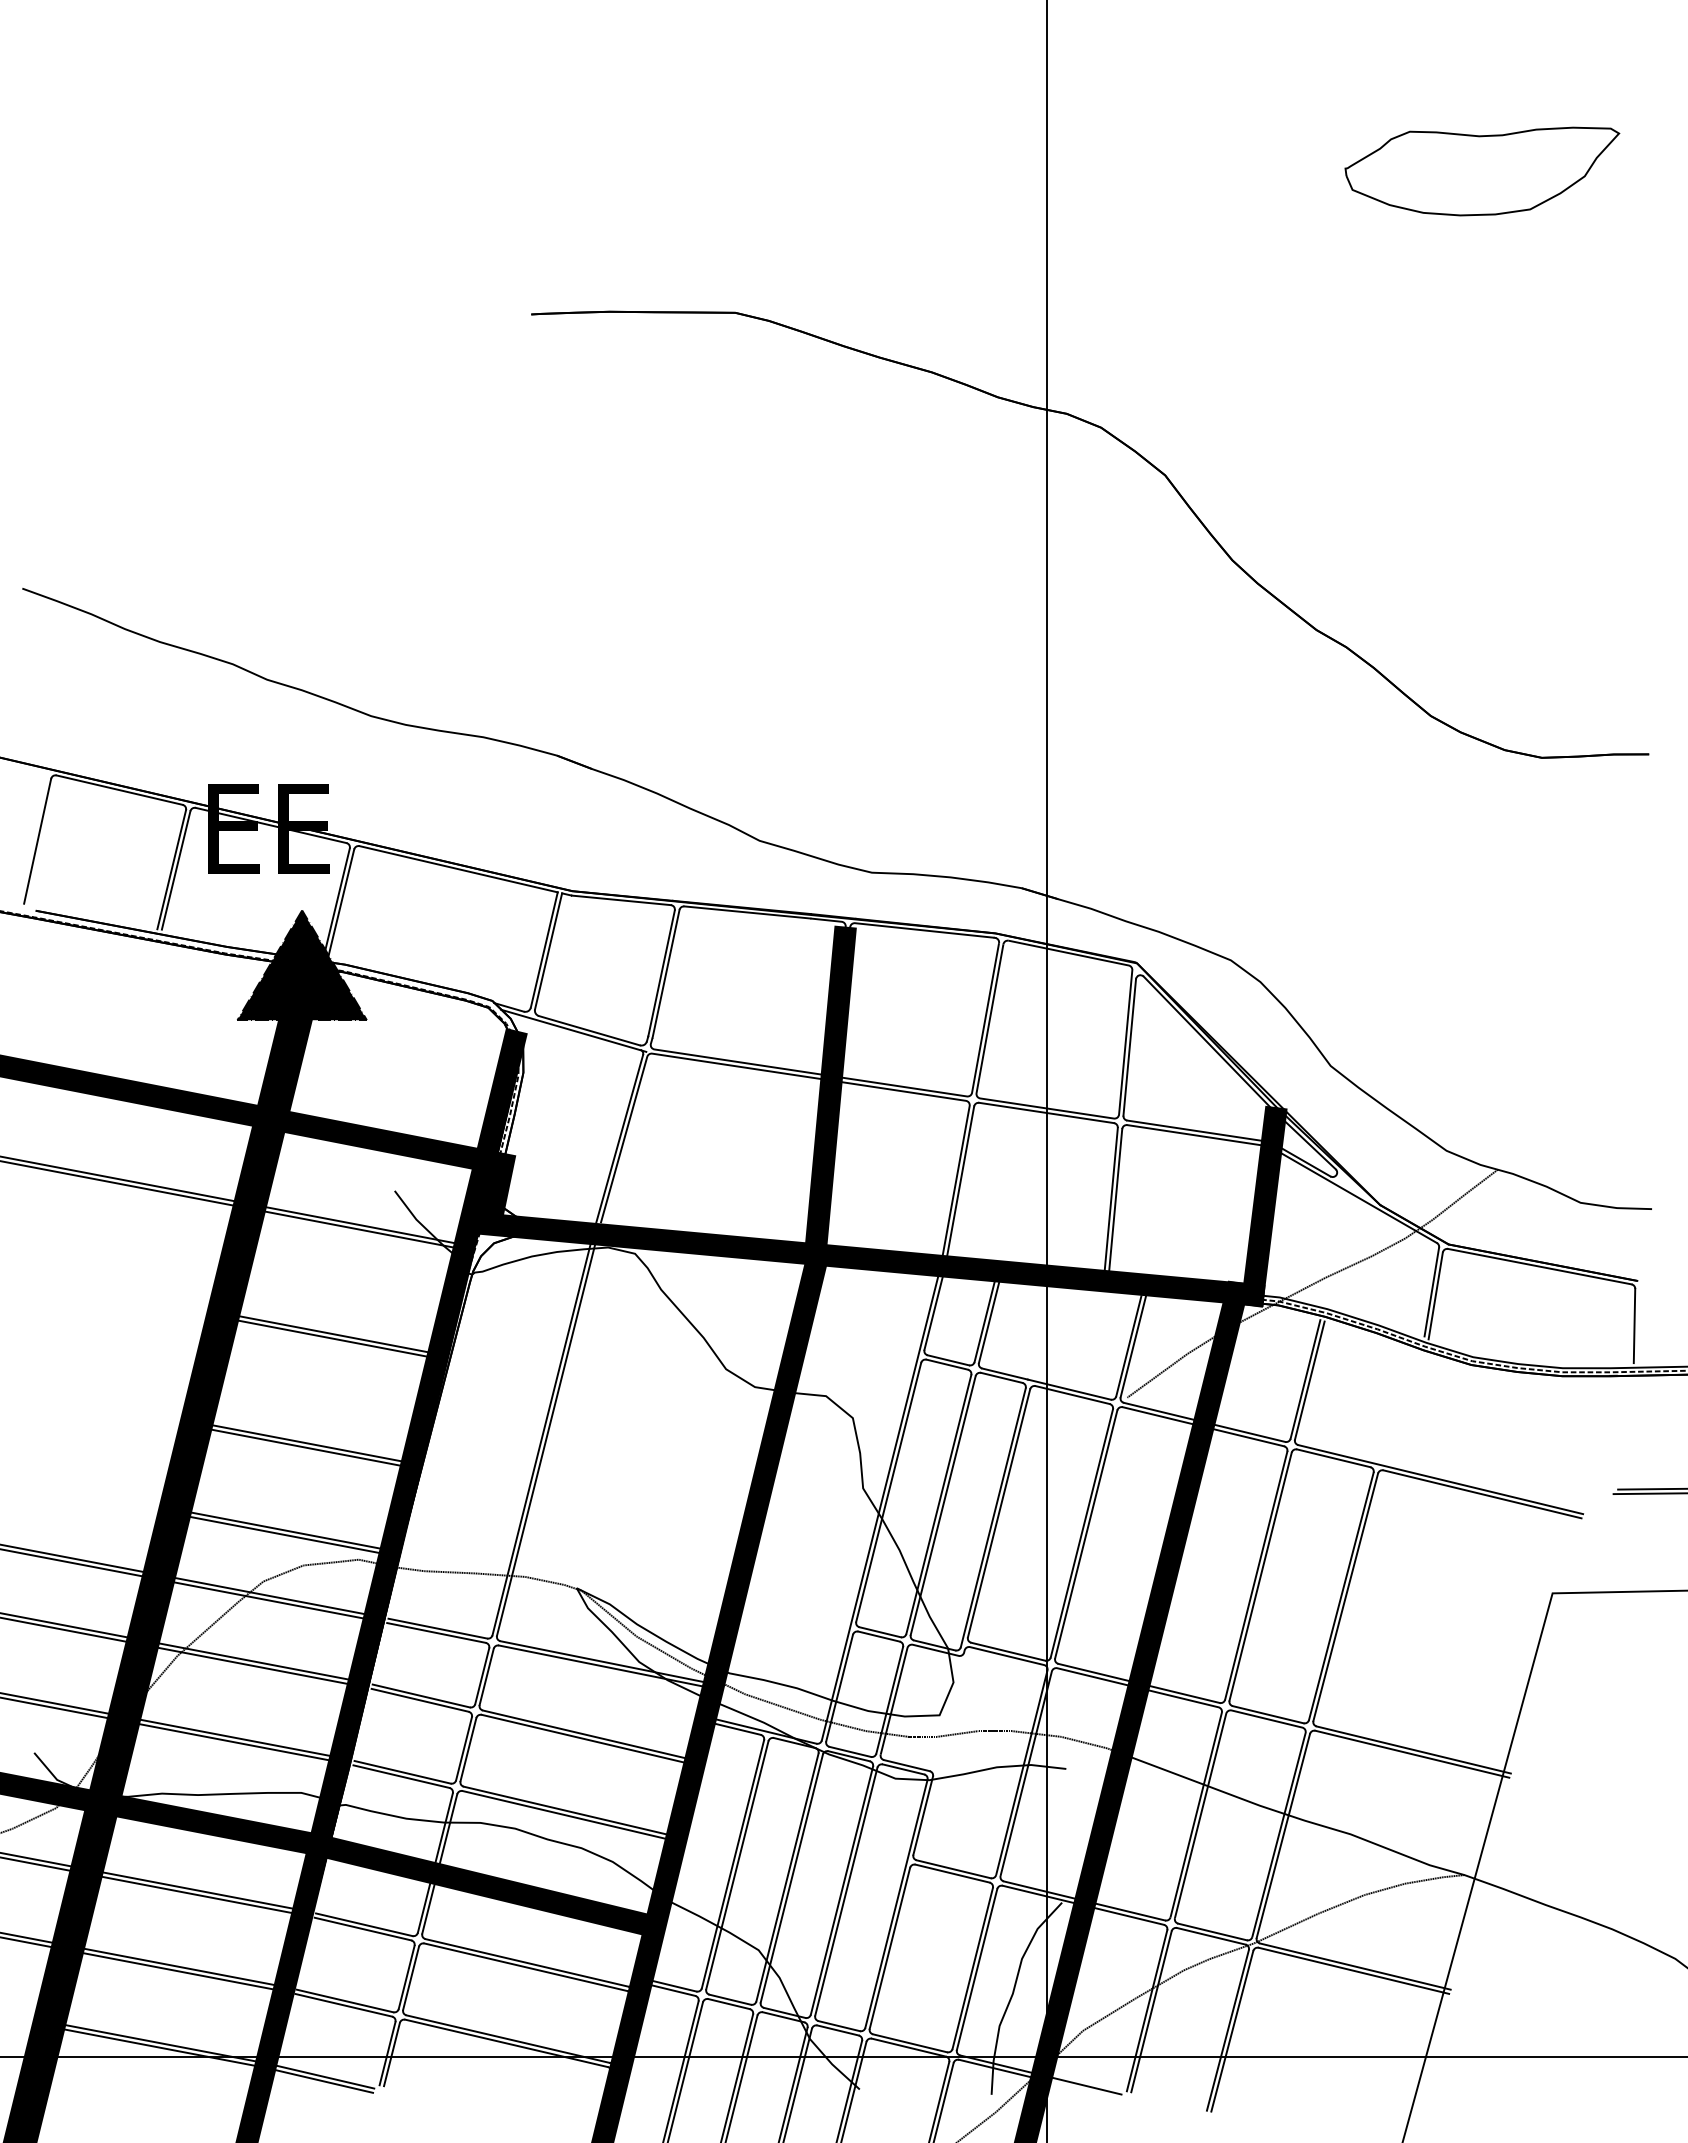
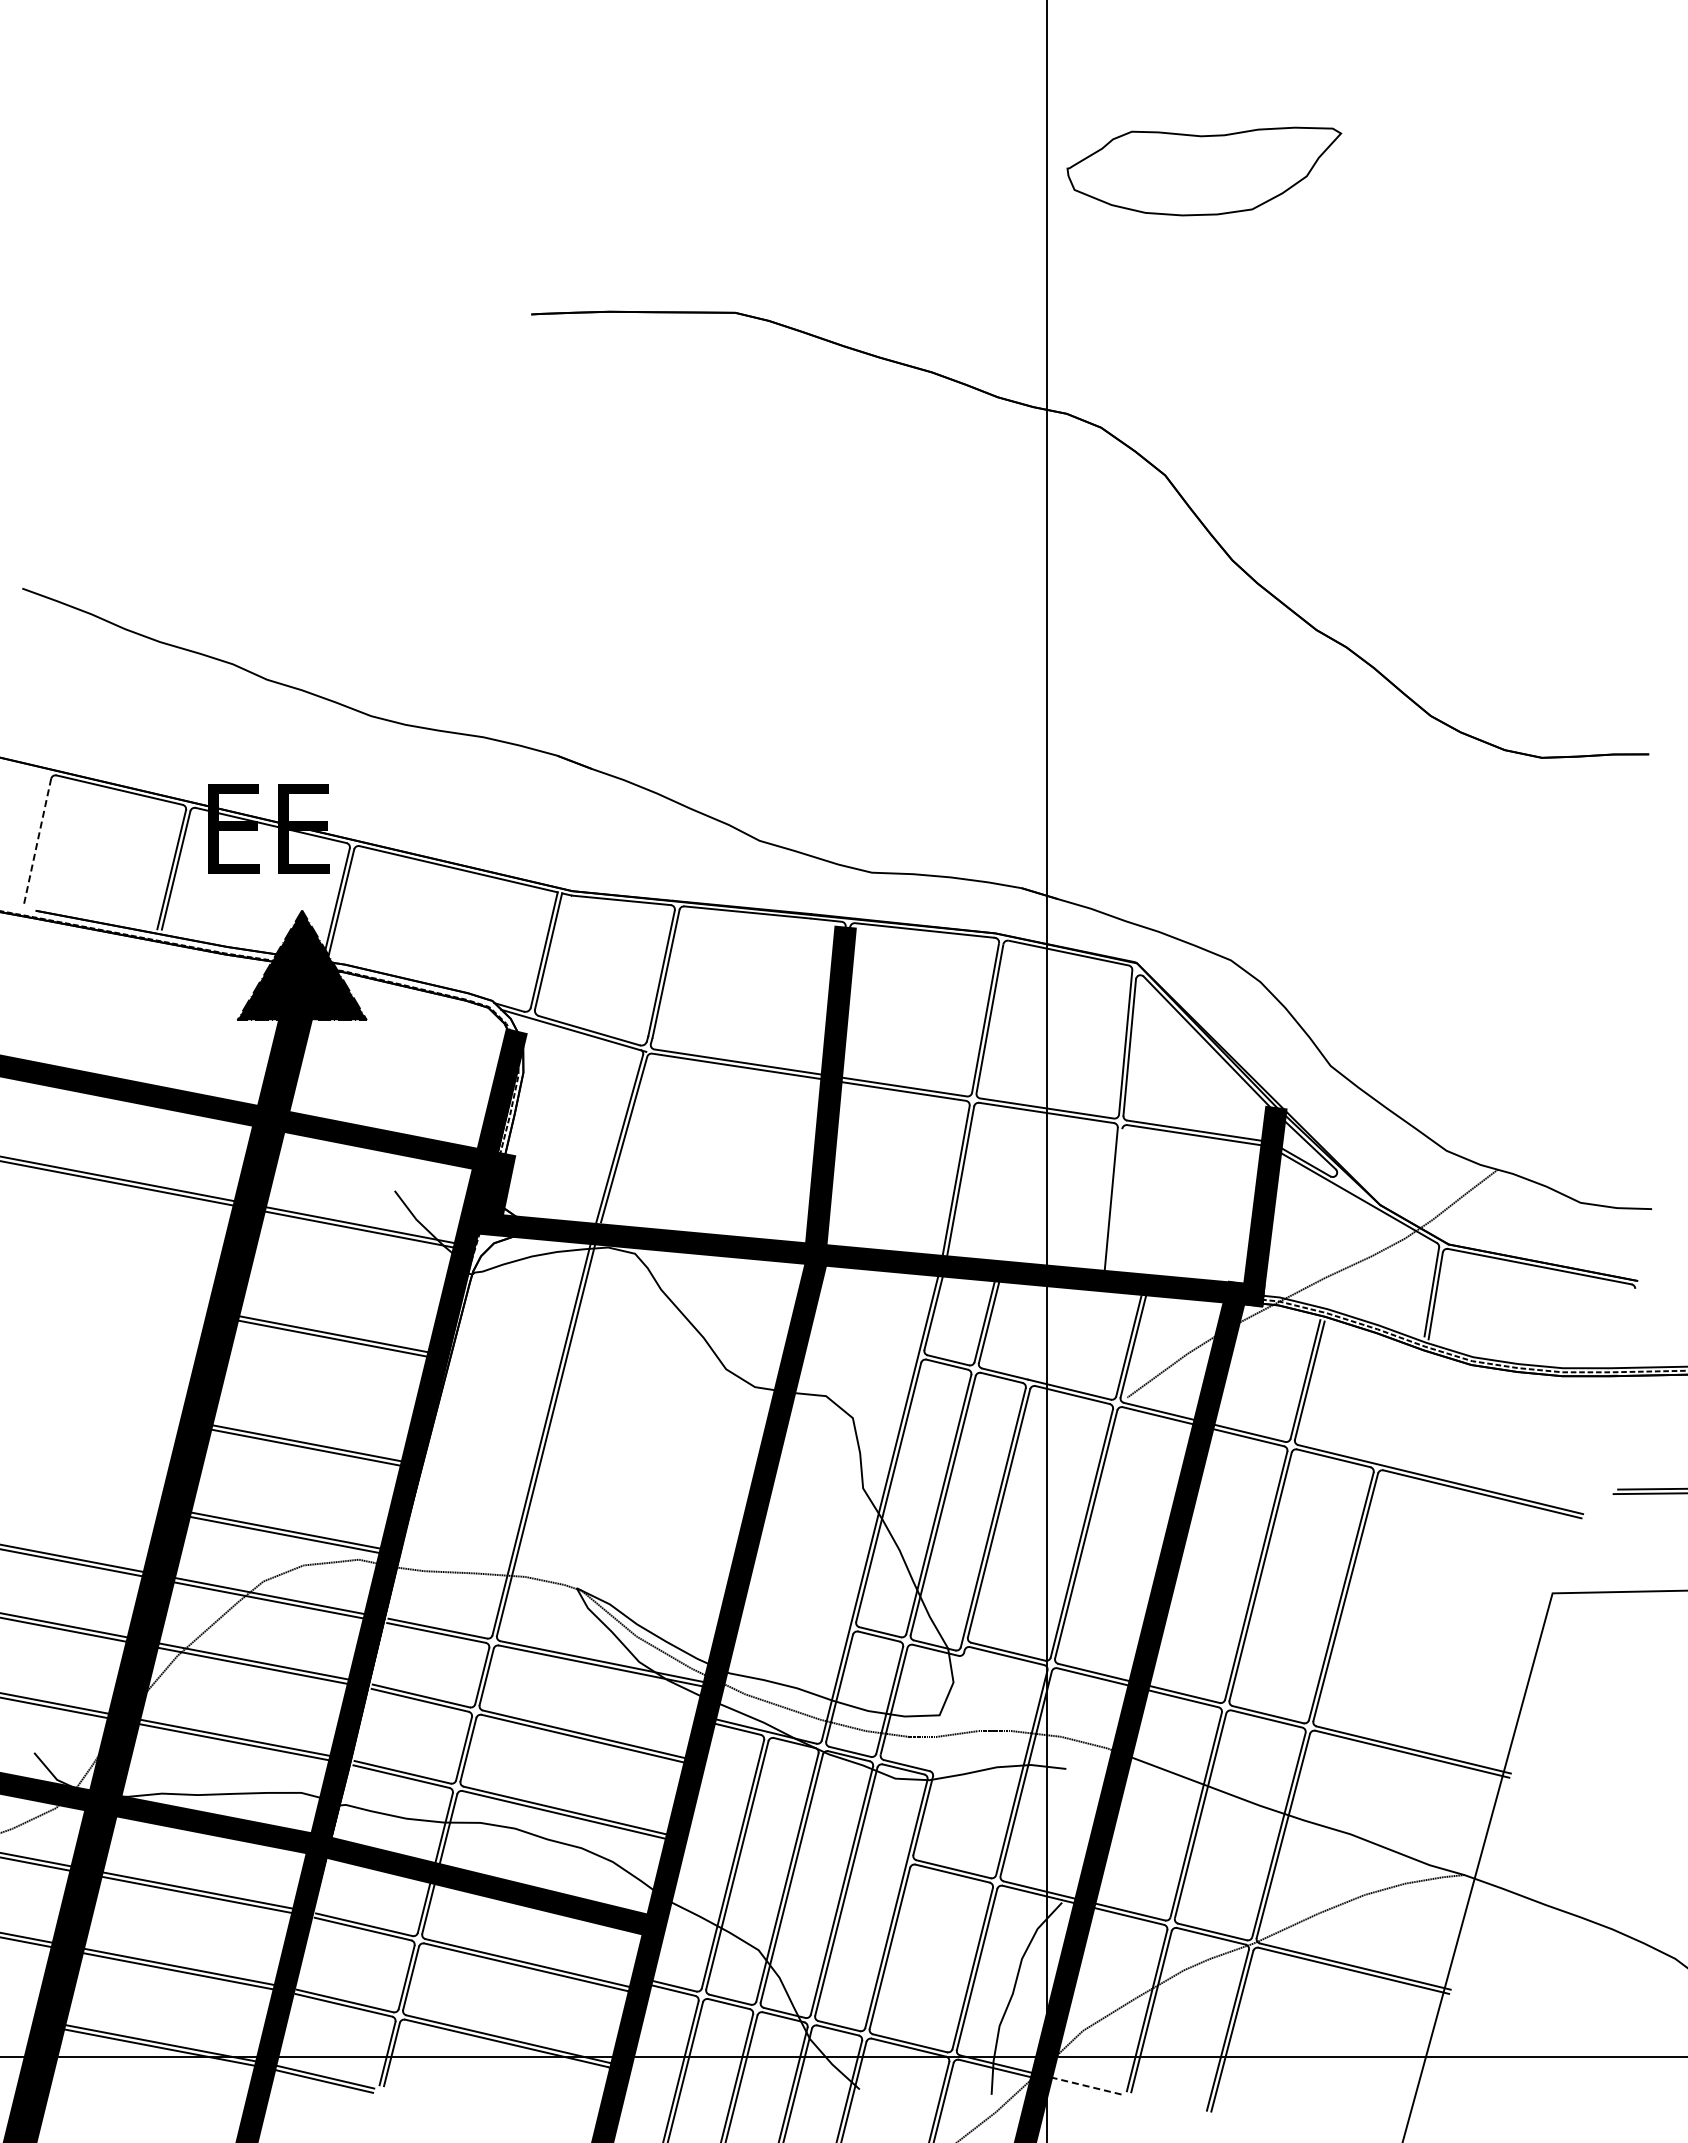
part at (1482, 171) position: (1482, 171) -> (1204, 171)
line at (37, 841): solid -> dashed
line at (1115, 1202): present -> none
line at (1634, 1325): present -> none
line at (1083, 2085): solid -> dashed
